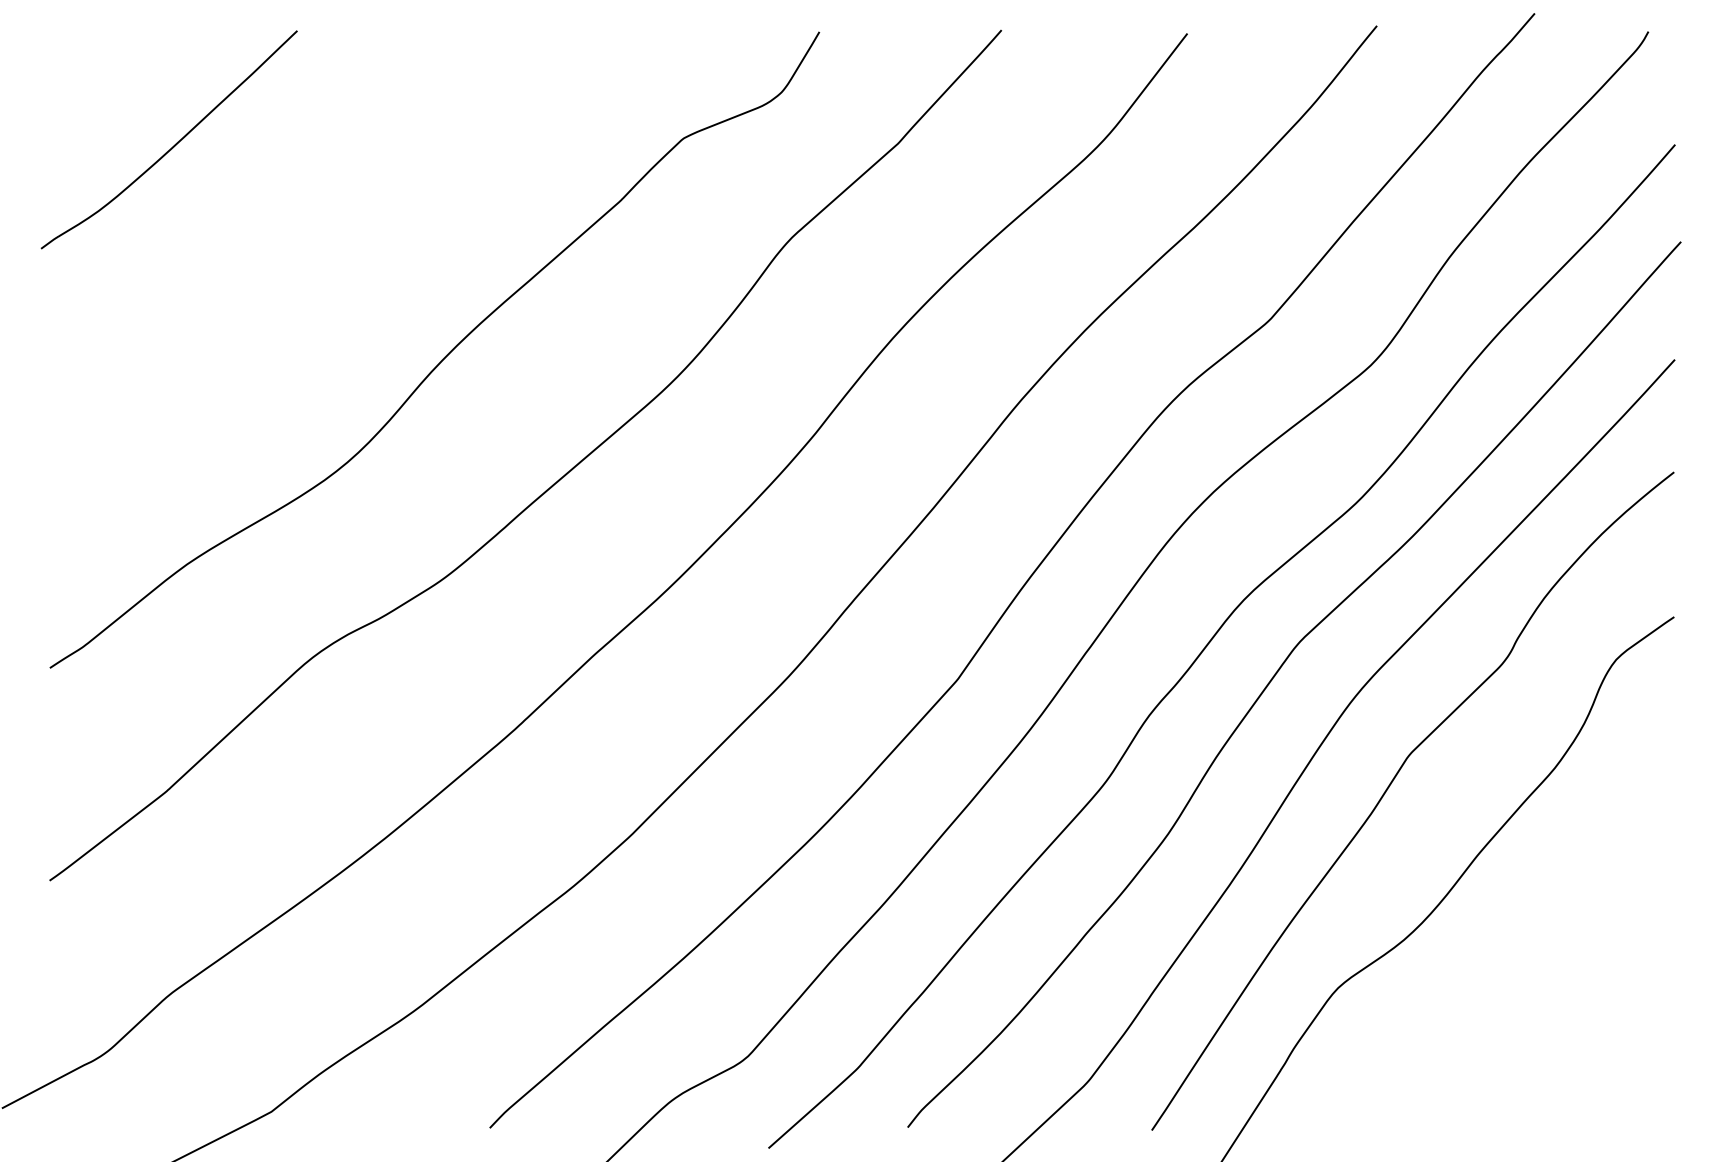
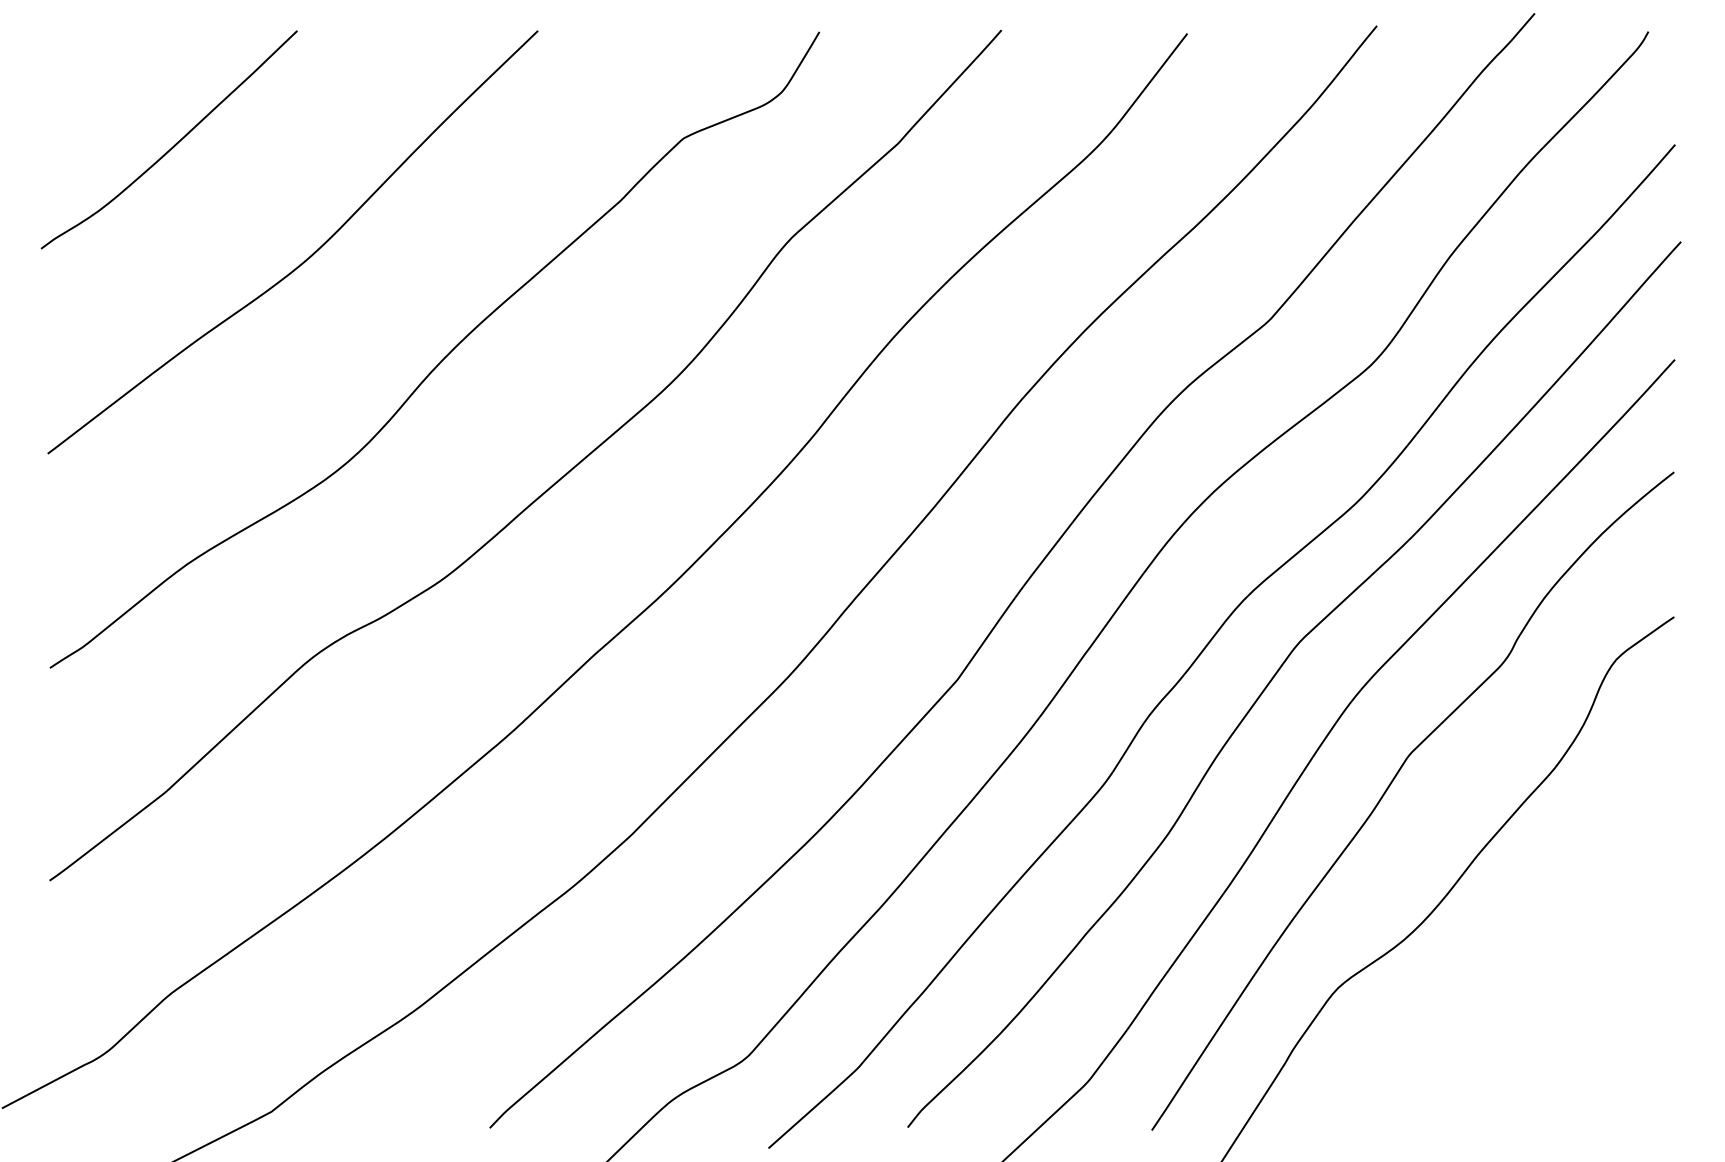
curve at (306, 258): none -> present
